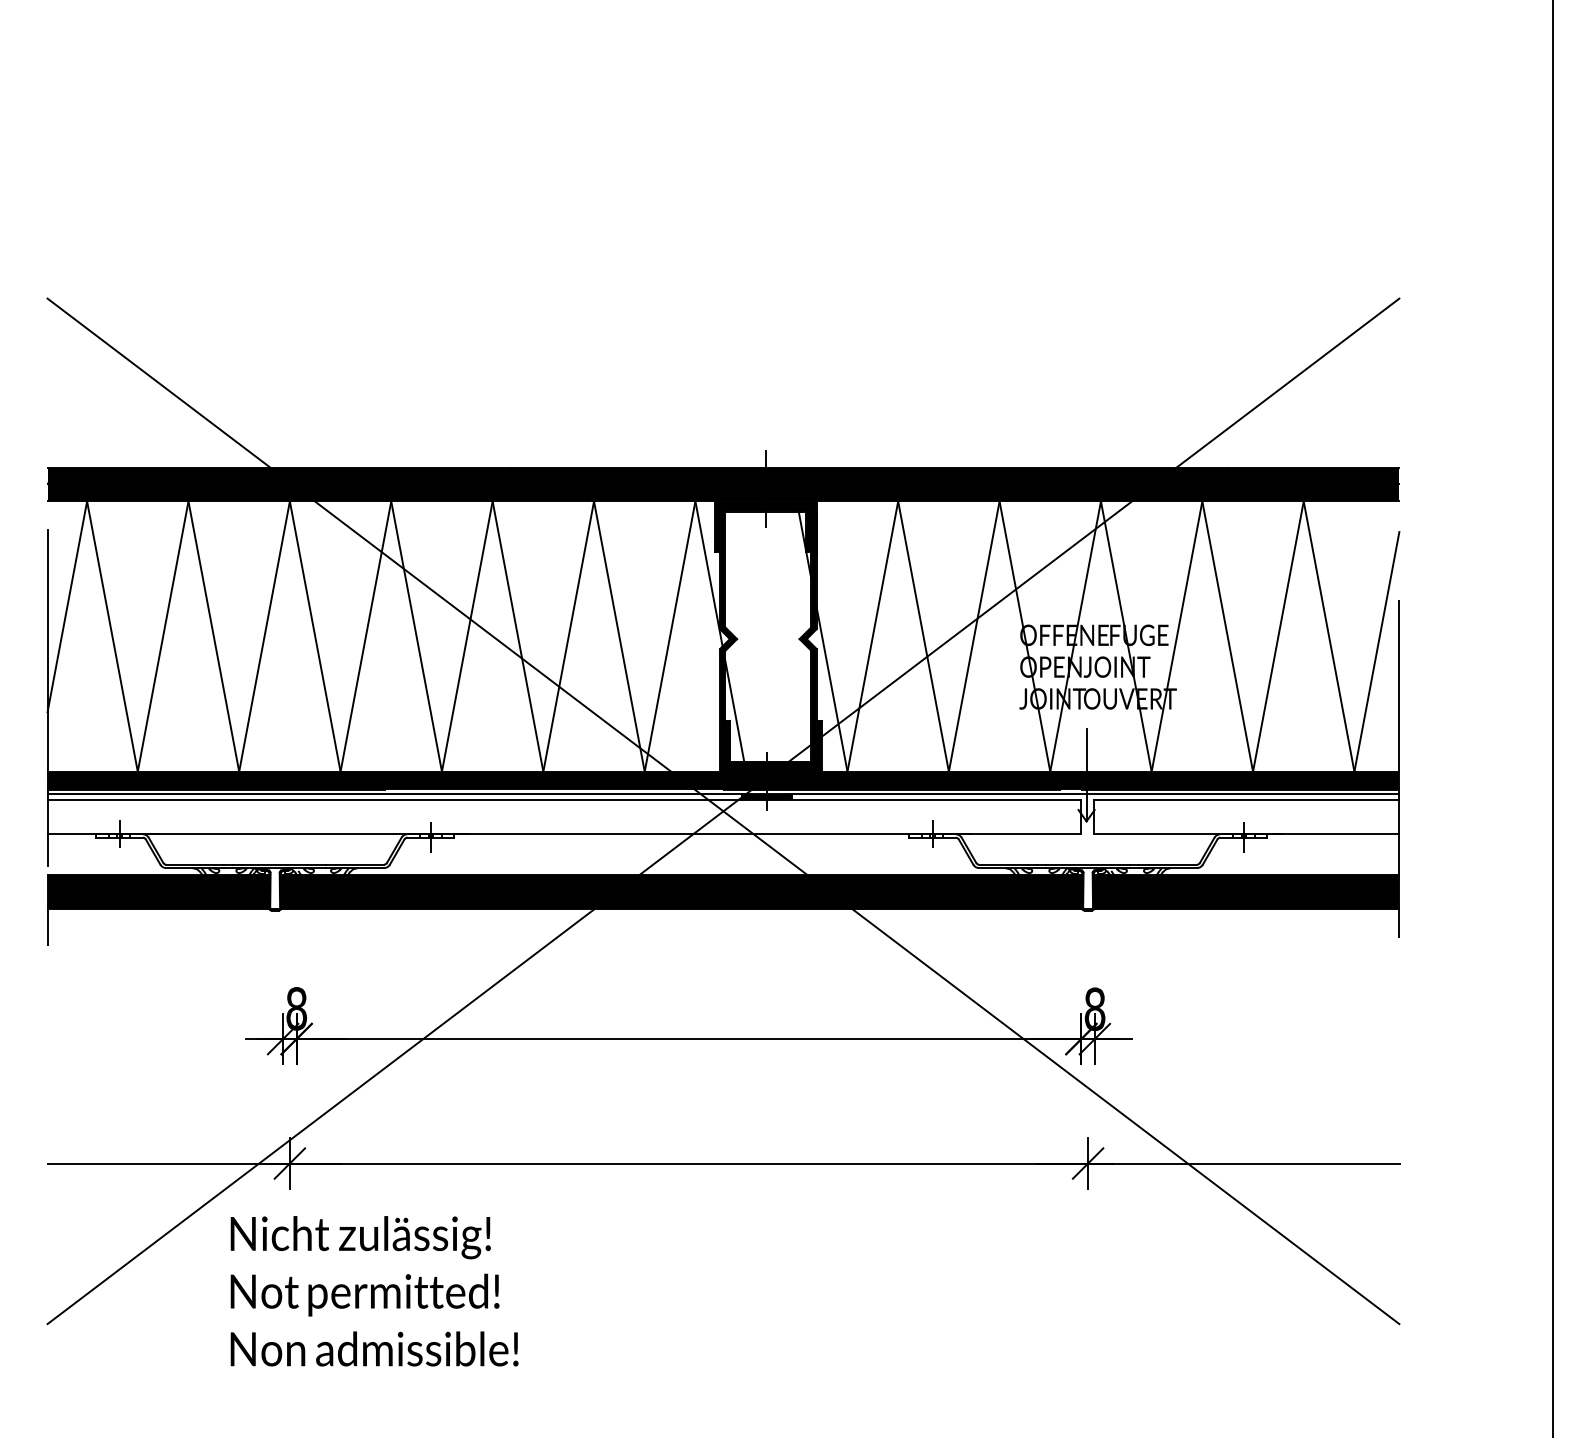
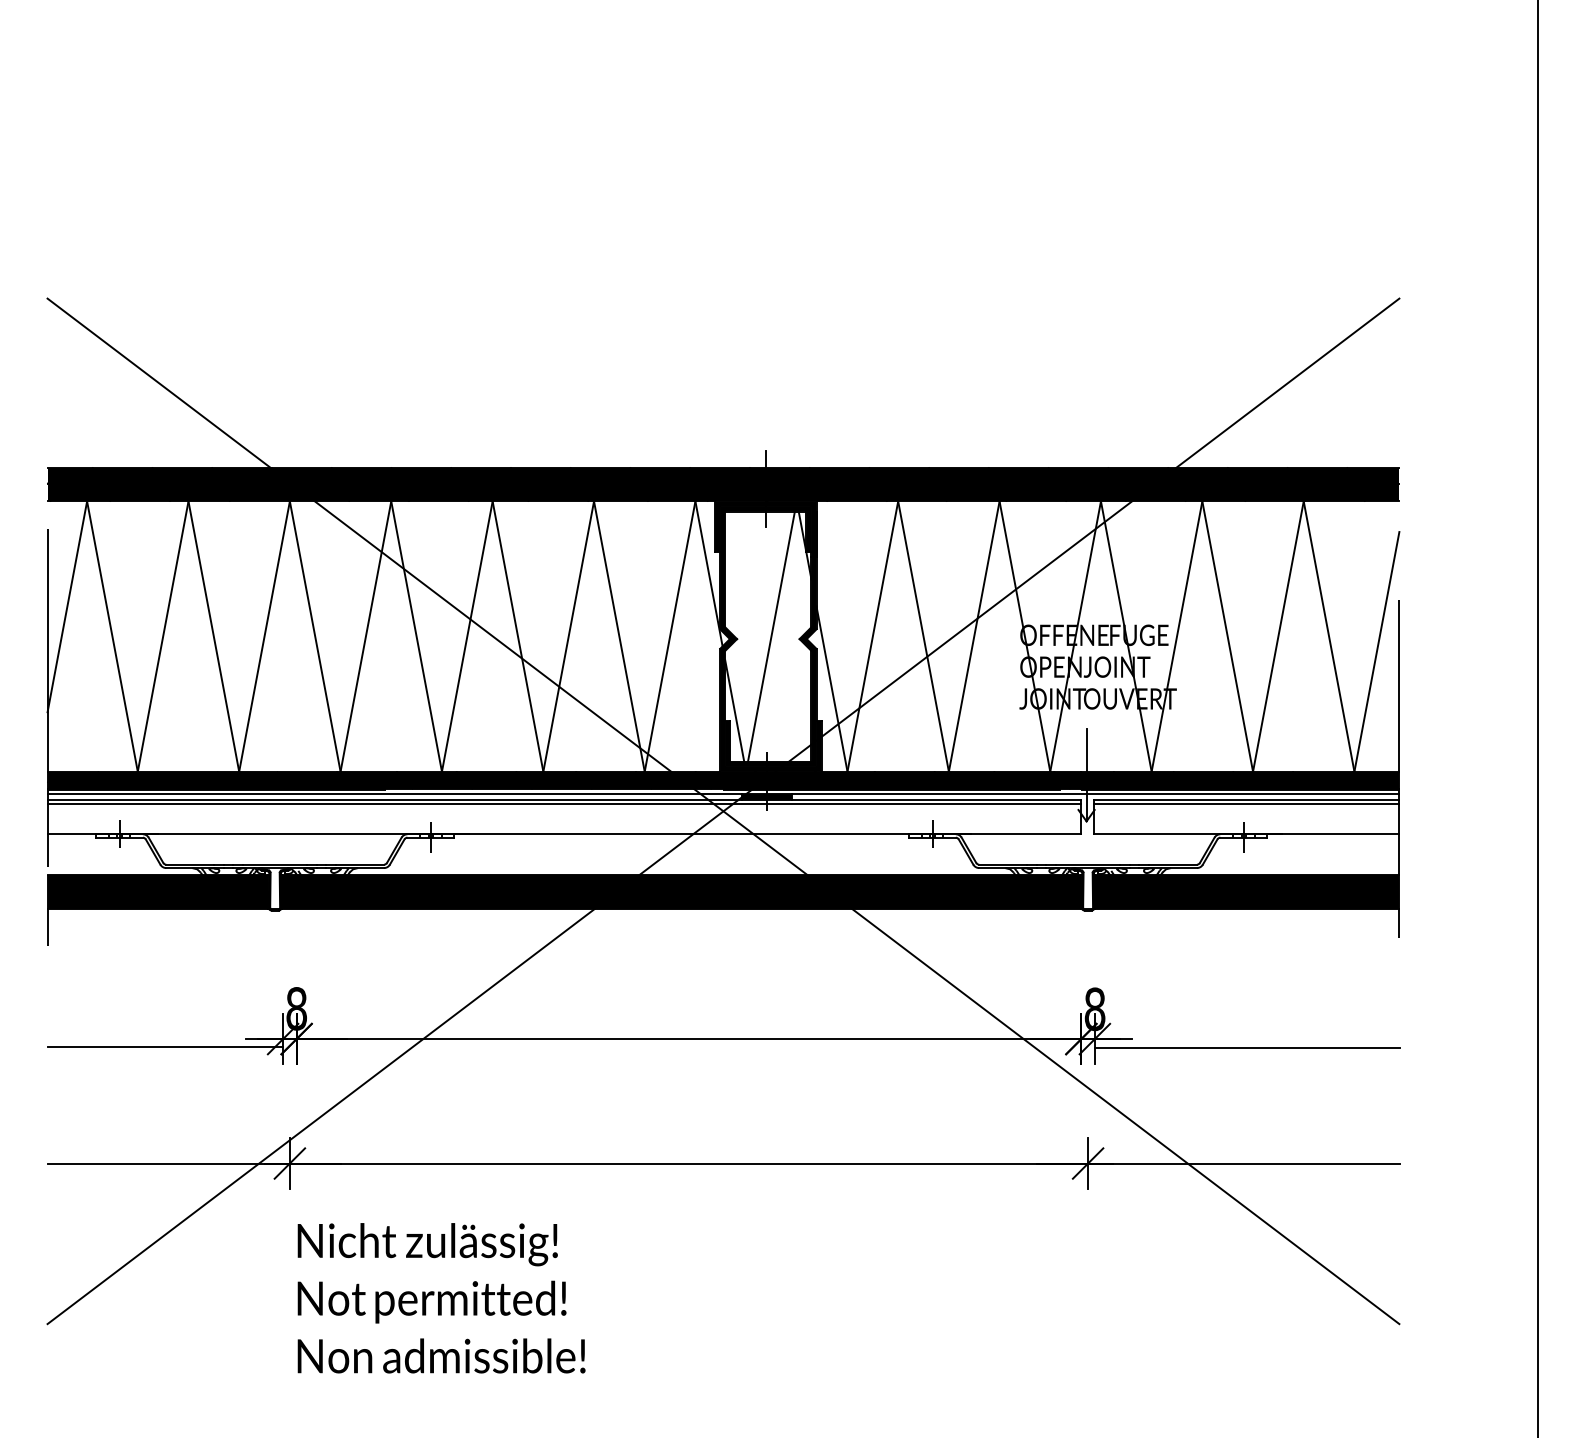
line at (771, 636): none -> present
line at (1553, 718) position: (1553, 718) -> (1538, 718)
line at (563, 803): none -> present
line at (1246, 803): none -> present
line at (165, 1047): none -> present
line at (1246, 1047): none -> present
text at (374, 1291) position: (374, 1291) -> (441, 1298)
